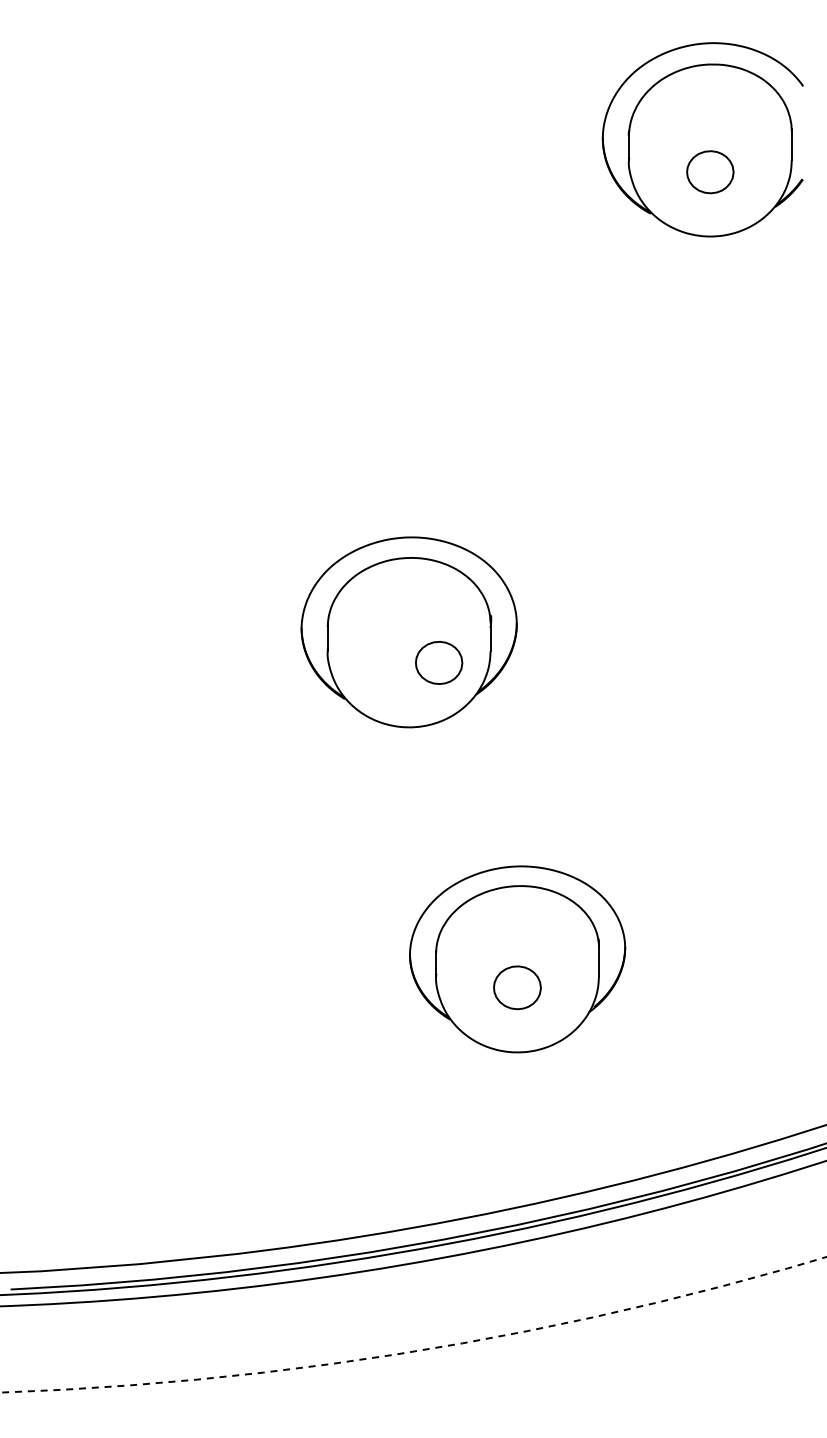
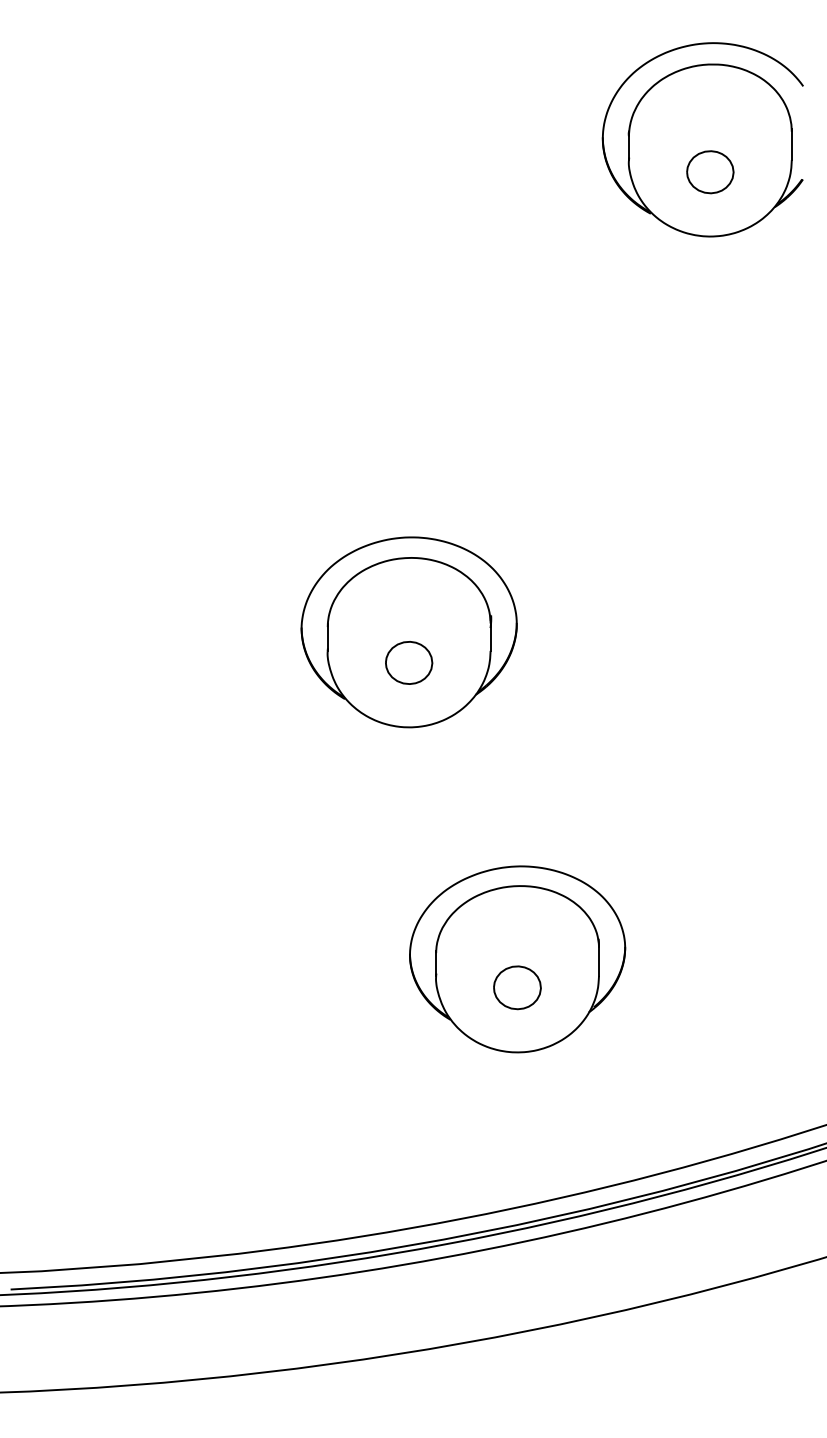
part at (439, 662) position: (439, 662) -> (409, 662)
arc at (419, 1350): dashed -> solid
